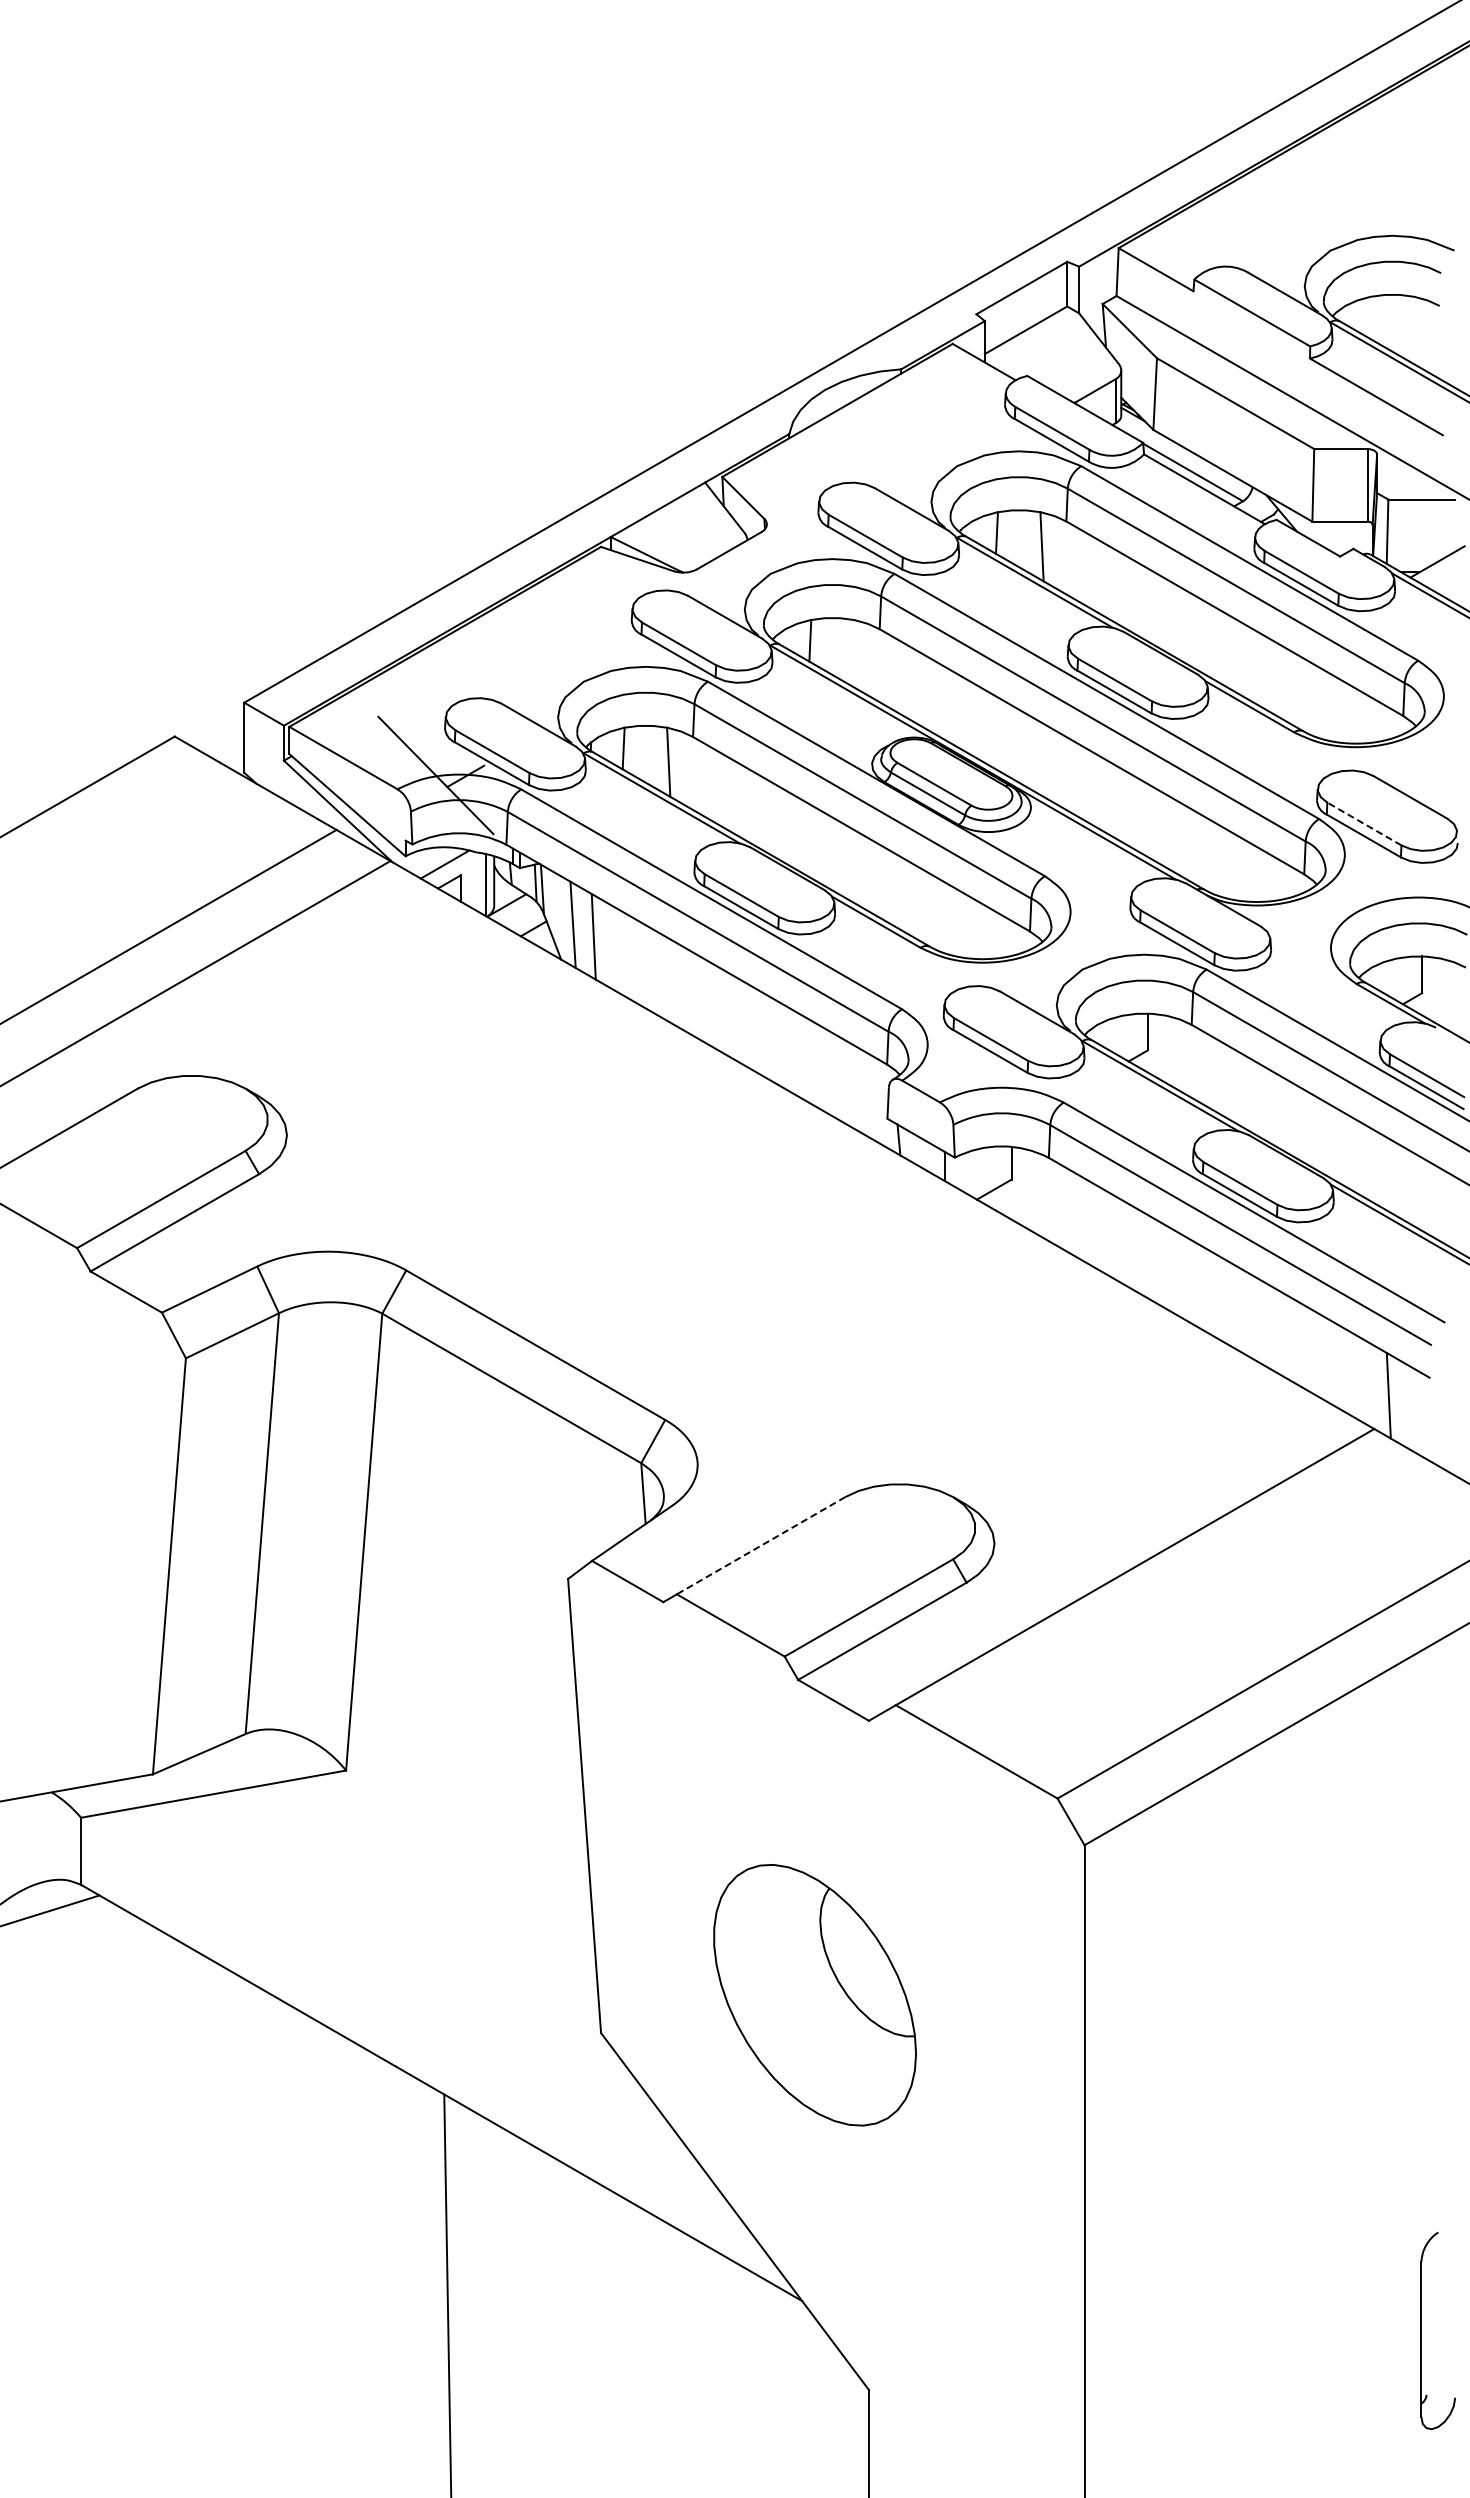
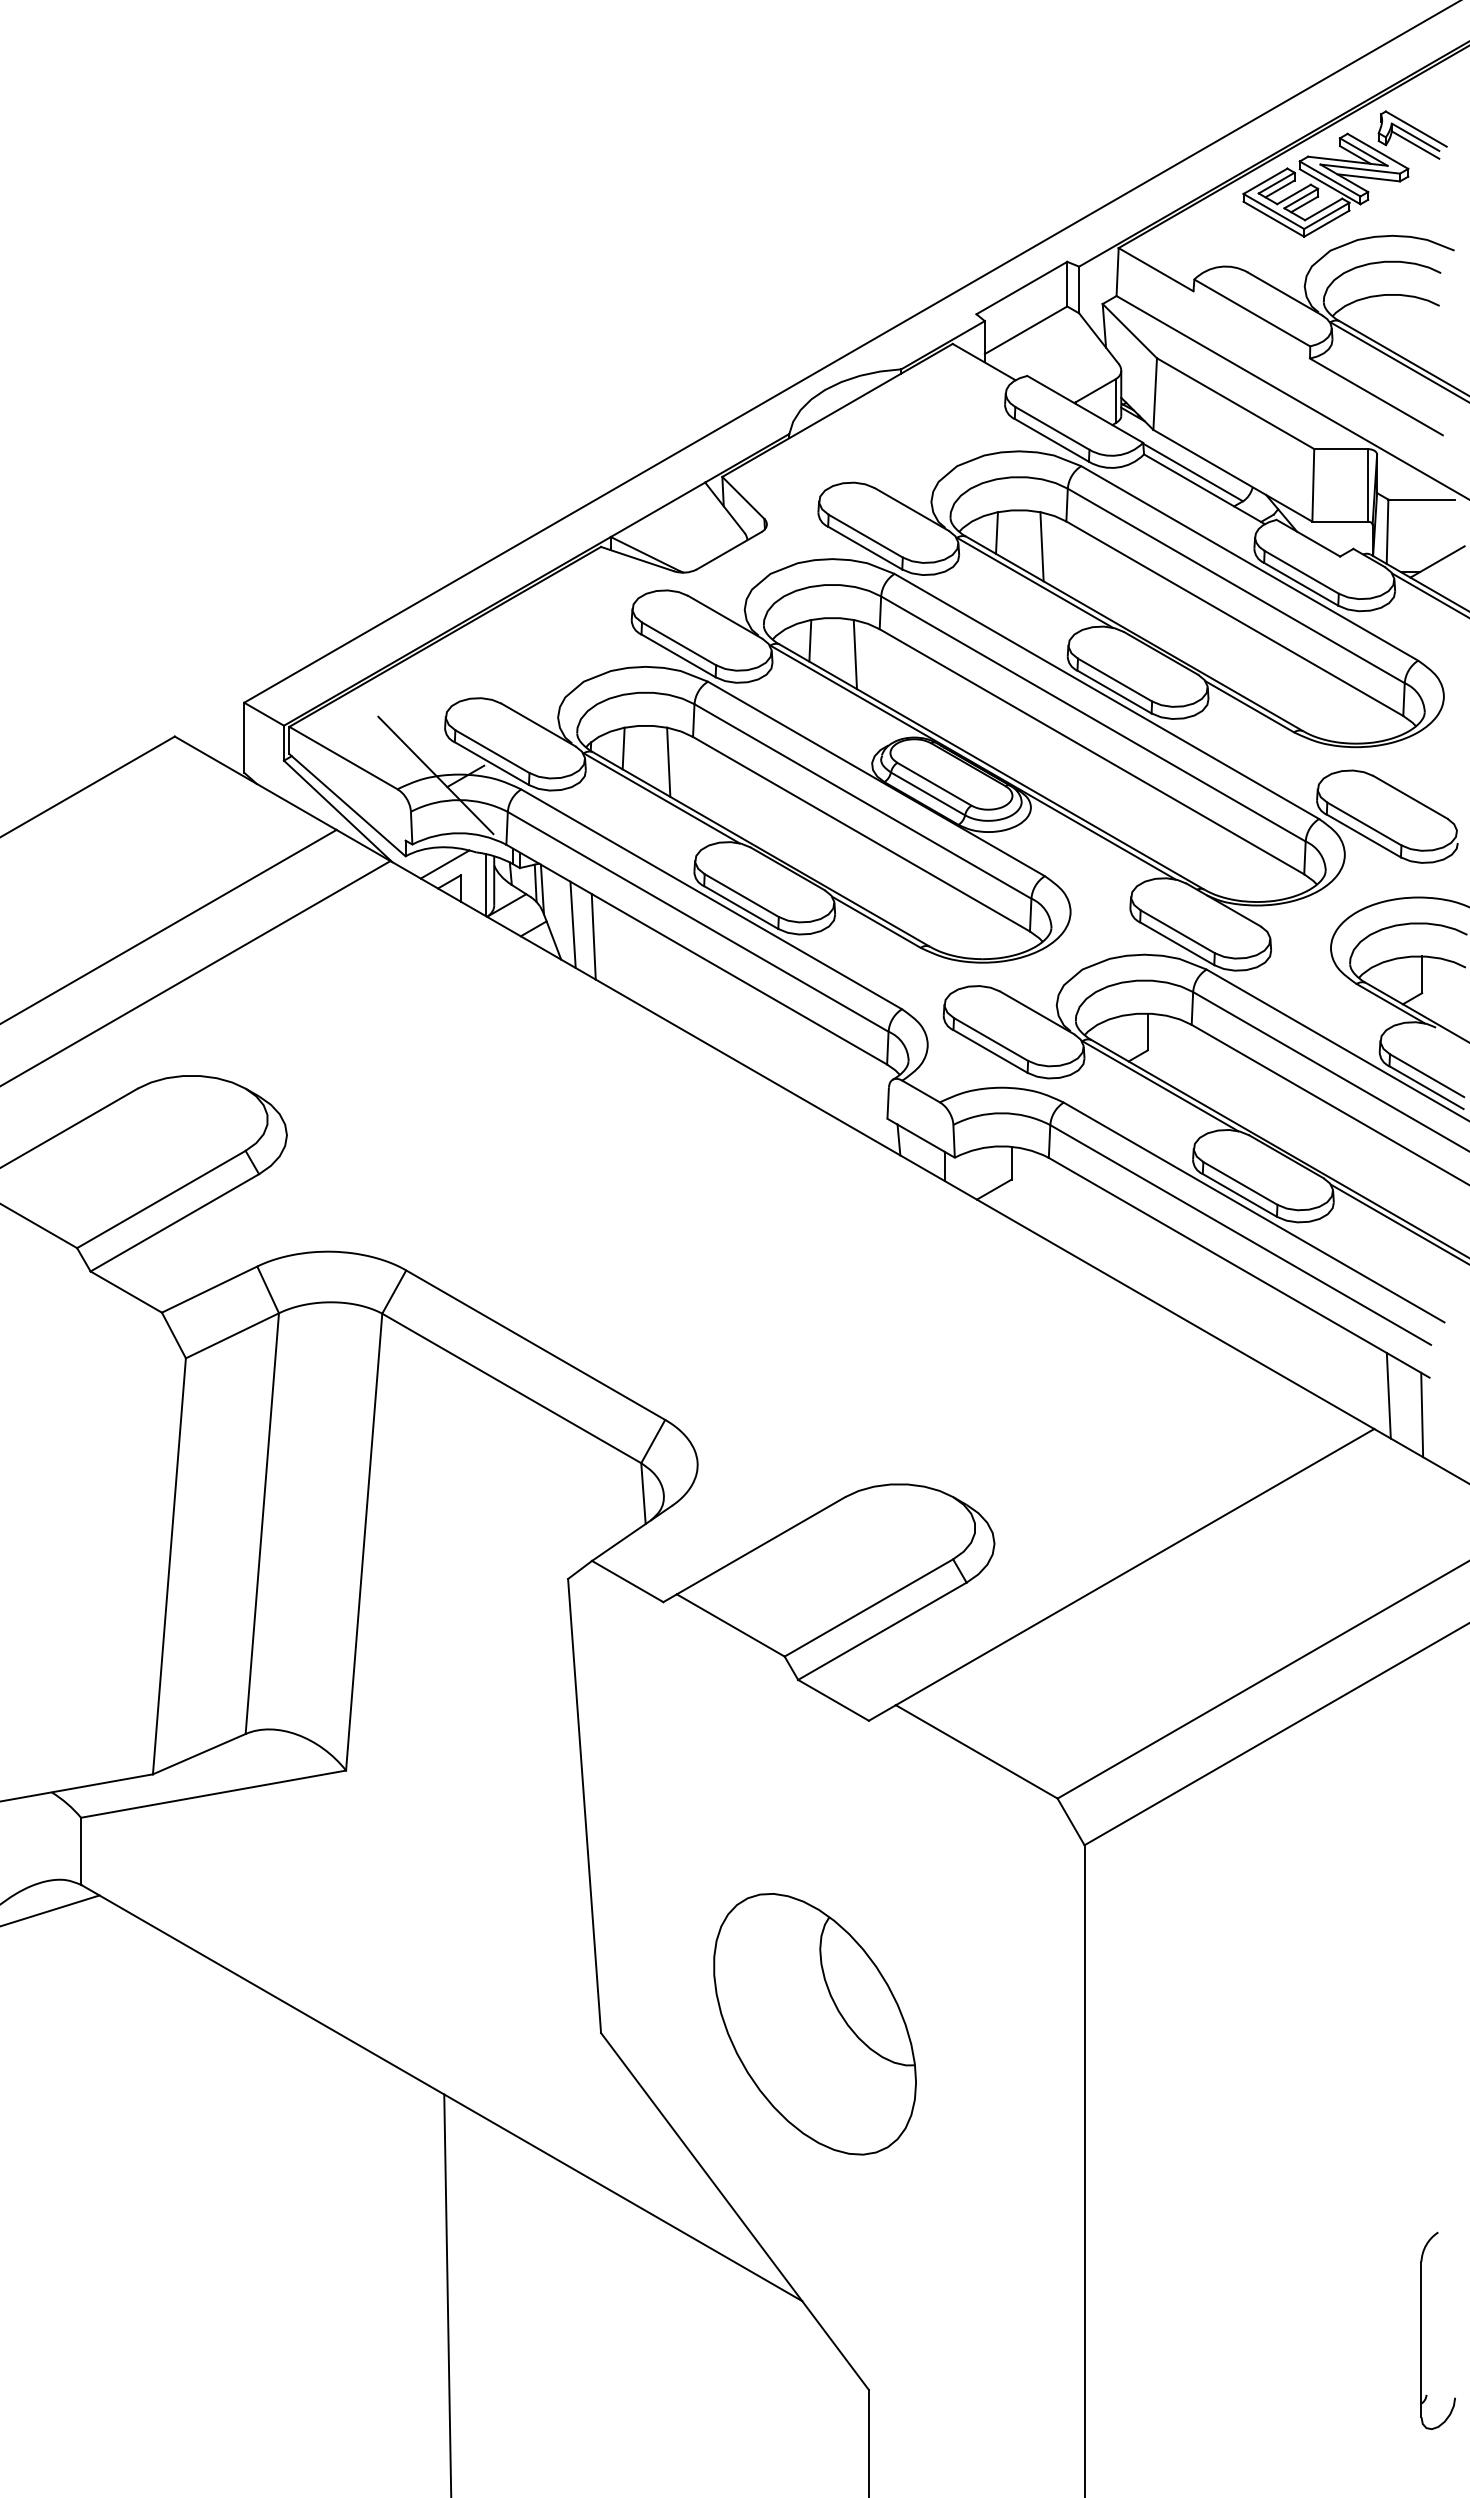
part at (1344, 173): none -> present
line at (854, 654): none -> present
line at (1364, 824): dashed -> solid
line at (1422, 1414): none -> present
line at (760, 1545): dashed -> solid
part at (814, 1995) position: (814, 1995) -> (814, 2024)
